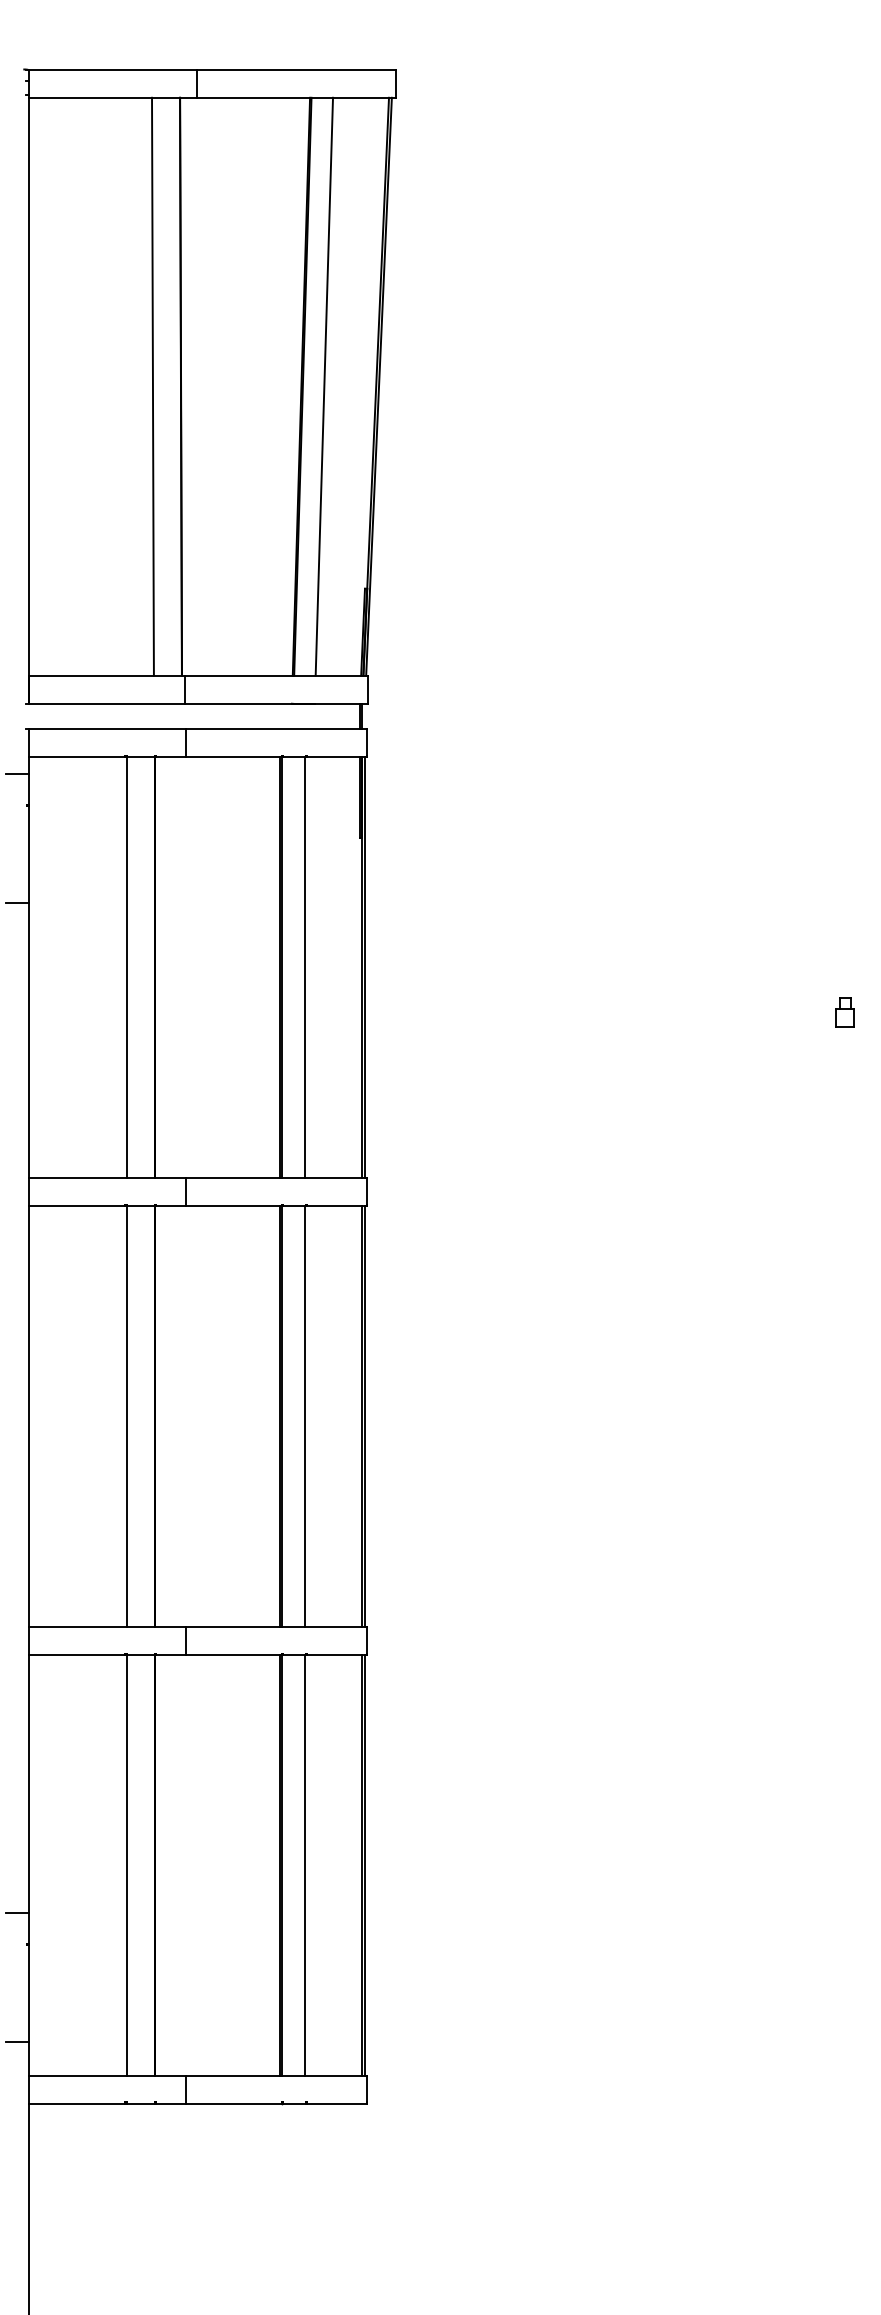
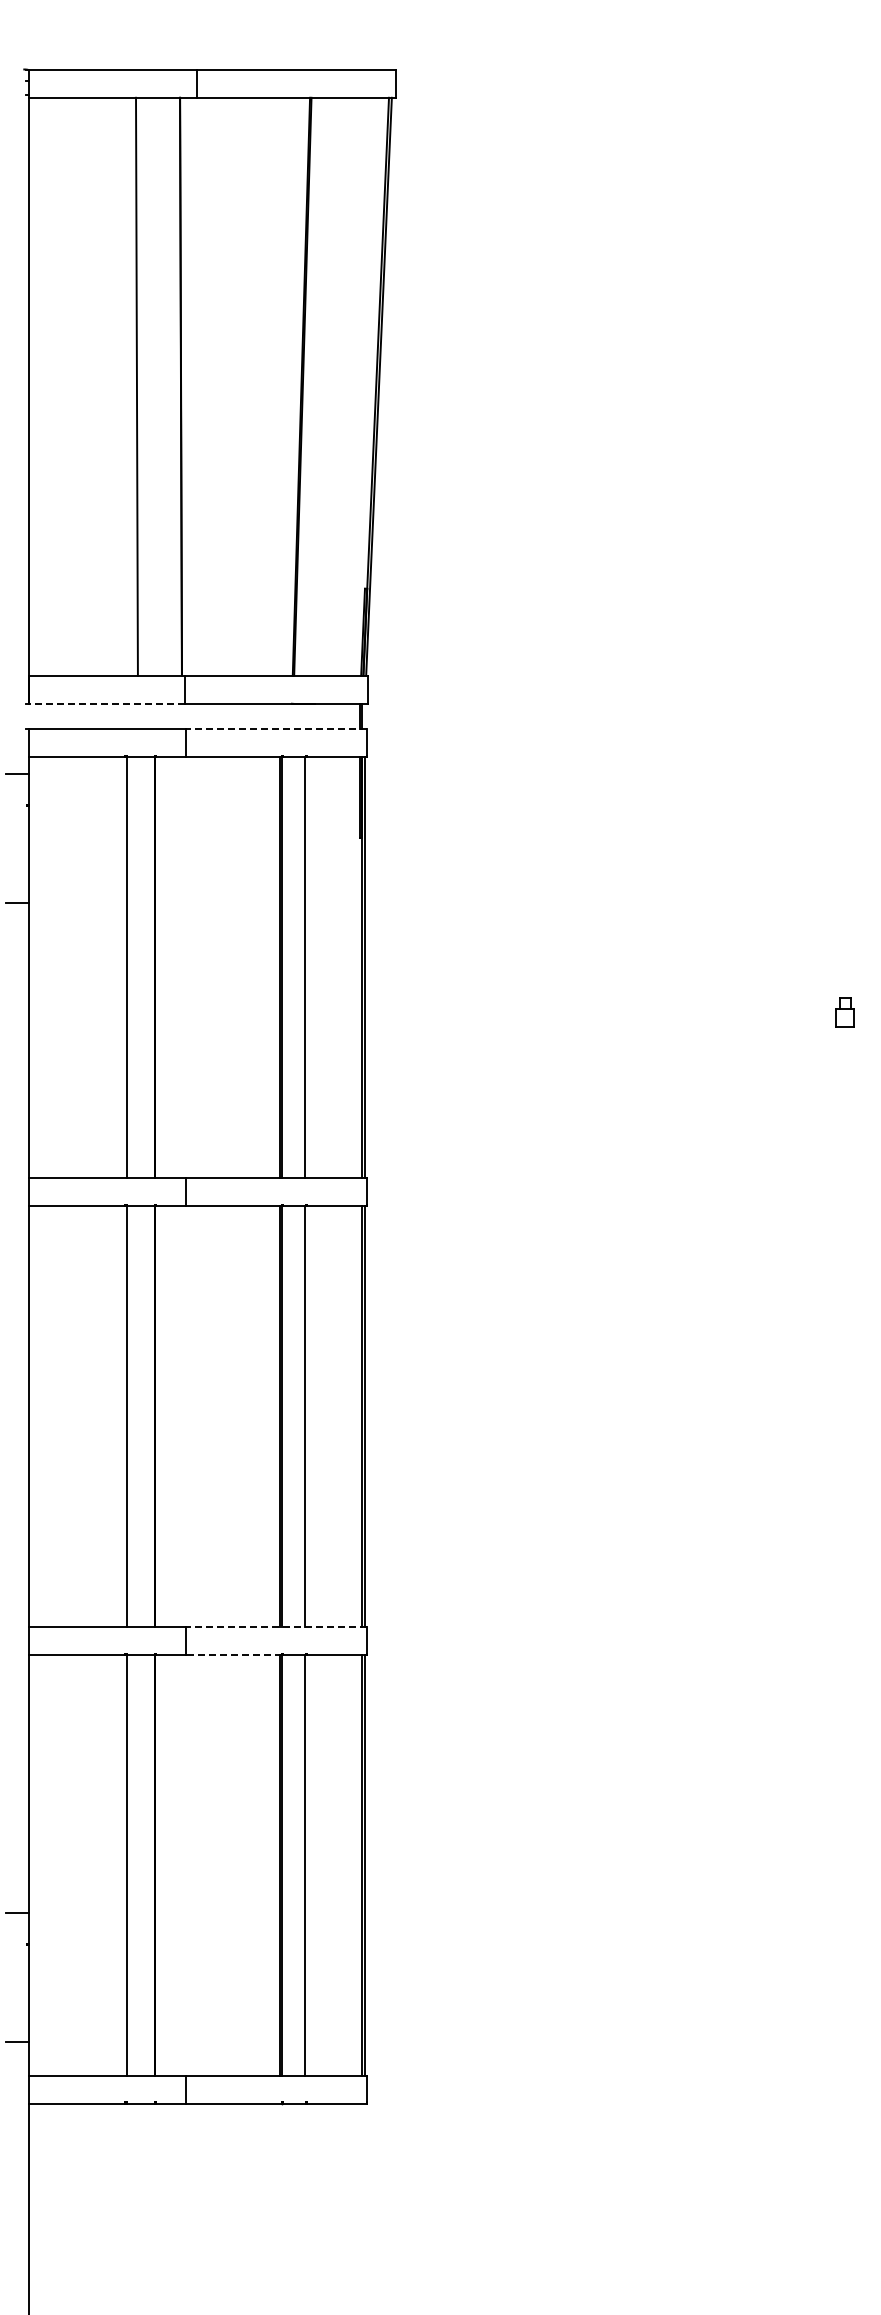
line at (152, 386) position: (152, 386) -> (136, 386)
line at (324, 386): present -> none
line at (106, 703): solid -> dashed
line at (276, 729): solid -> dashed
line at (276, 1626): solid -> dashed
line at (233, 1654): solid -> dashed
